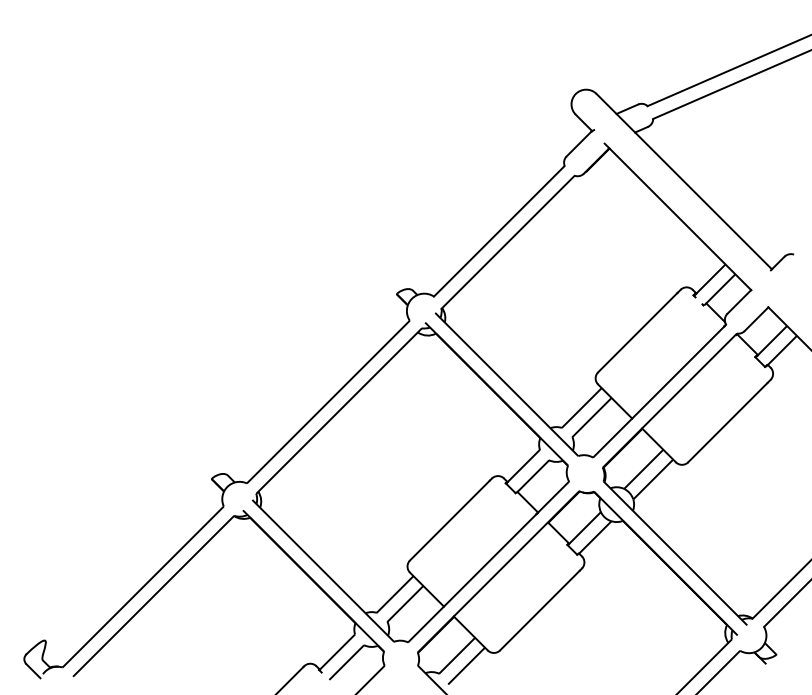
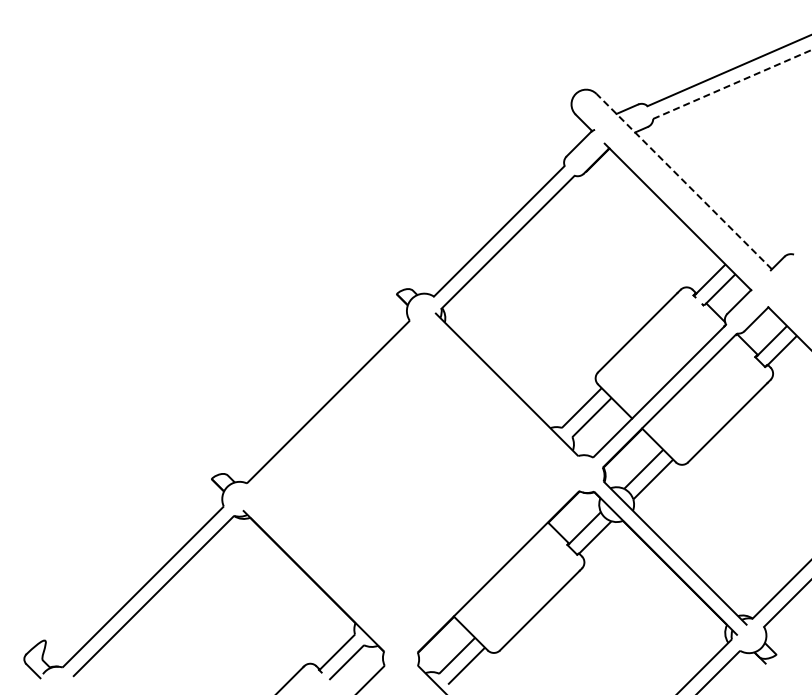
line at (732, 84): solid -> dashed
line at (684, 181): solid -> dashed
part at (410, 482): present -> none
